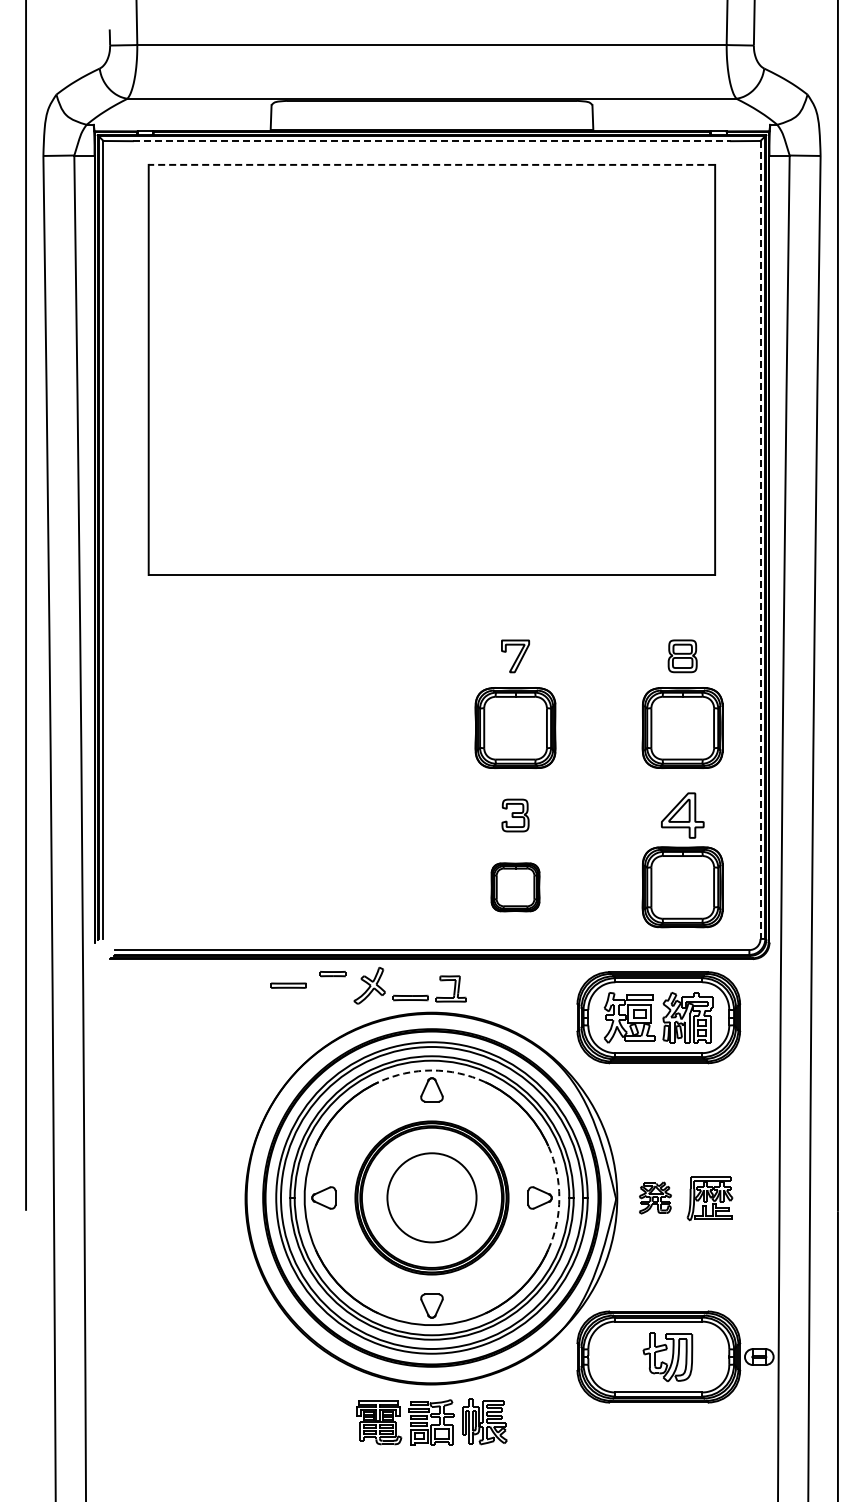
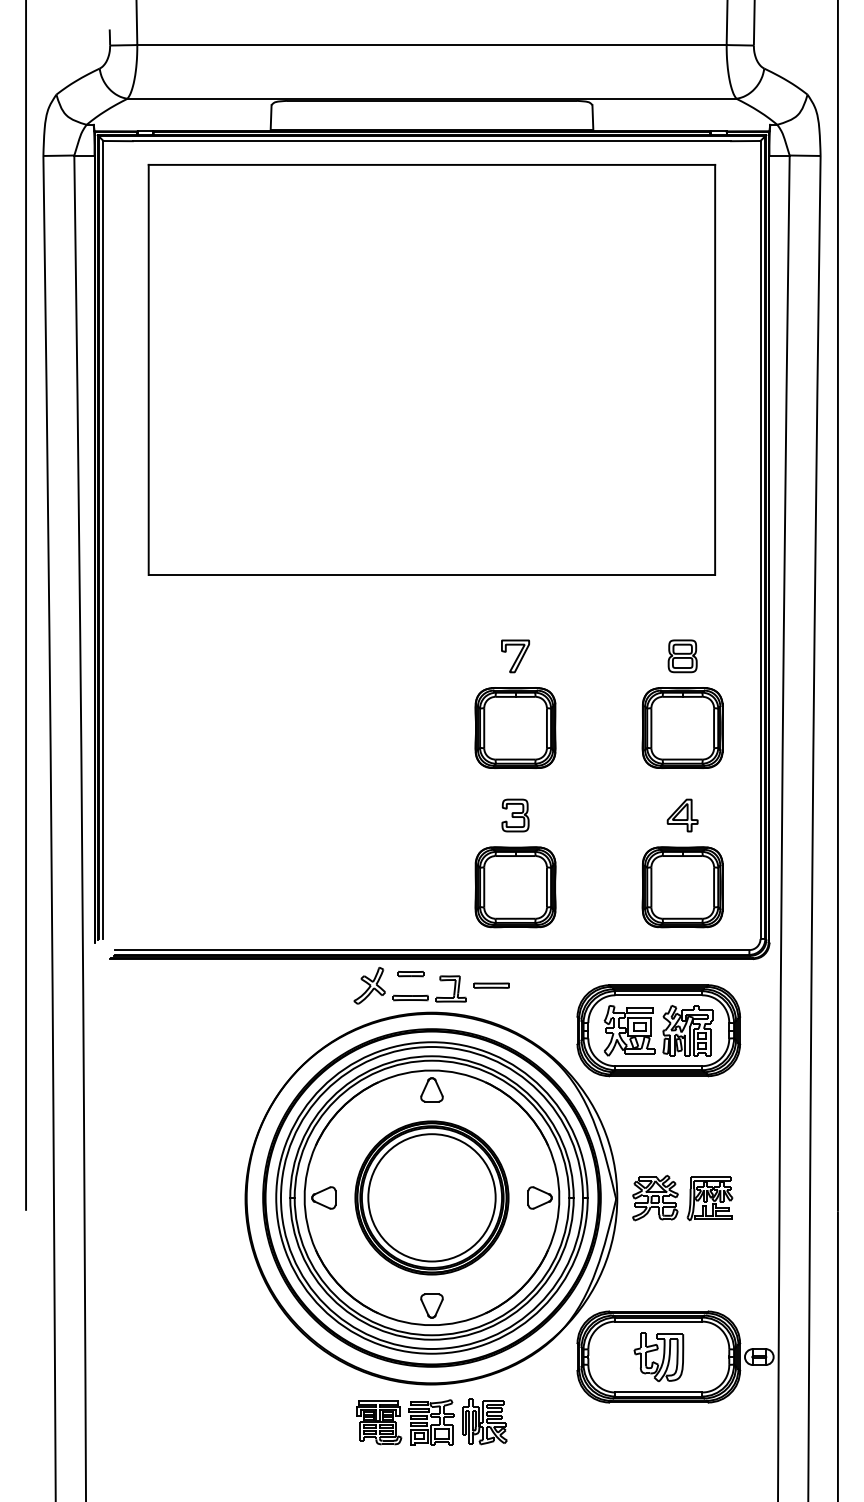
line at (432, 141): dashed -> solid
line at (431, 164): dashed -> solid
line at (760, 539): dashed -> solid
part at (682, 815) size: 44x47 px -> 33x35 px
part at (515, 887) size: 51x51 px -> 83x83 px
part at (332, 974) position: (332, 974) -> (410, 974)
part at (288, 985) position: (288, 985) -> (491, 985)
part at (658, 1017) position: (658, 1017) -> (658, 1030)
arc at (431, 1070): dashed -> solid
circle at (431, 1197) diameter: 89 px -> 127 px
arc at (559, 1197): dashed -> solid
part at (655, 1197) size: 33x34 px -> 47x48 px
part at (667, 1357) position: (667, 1357) -> (658, 1357)
